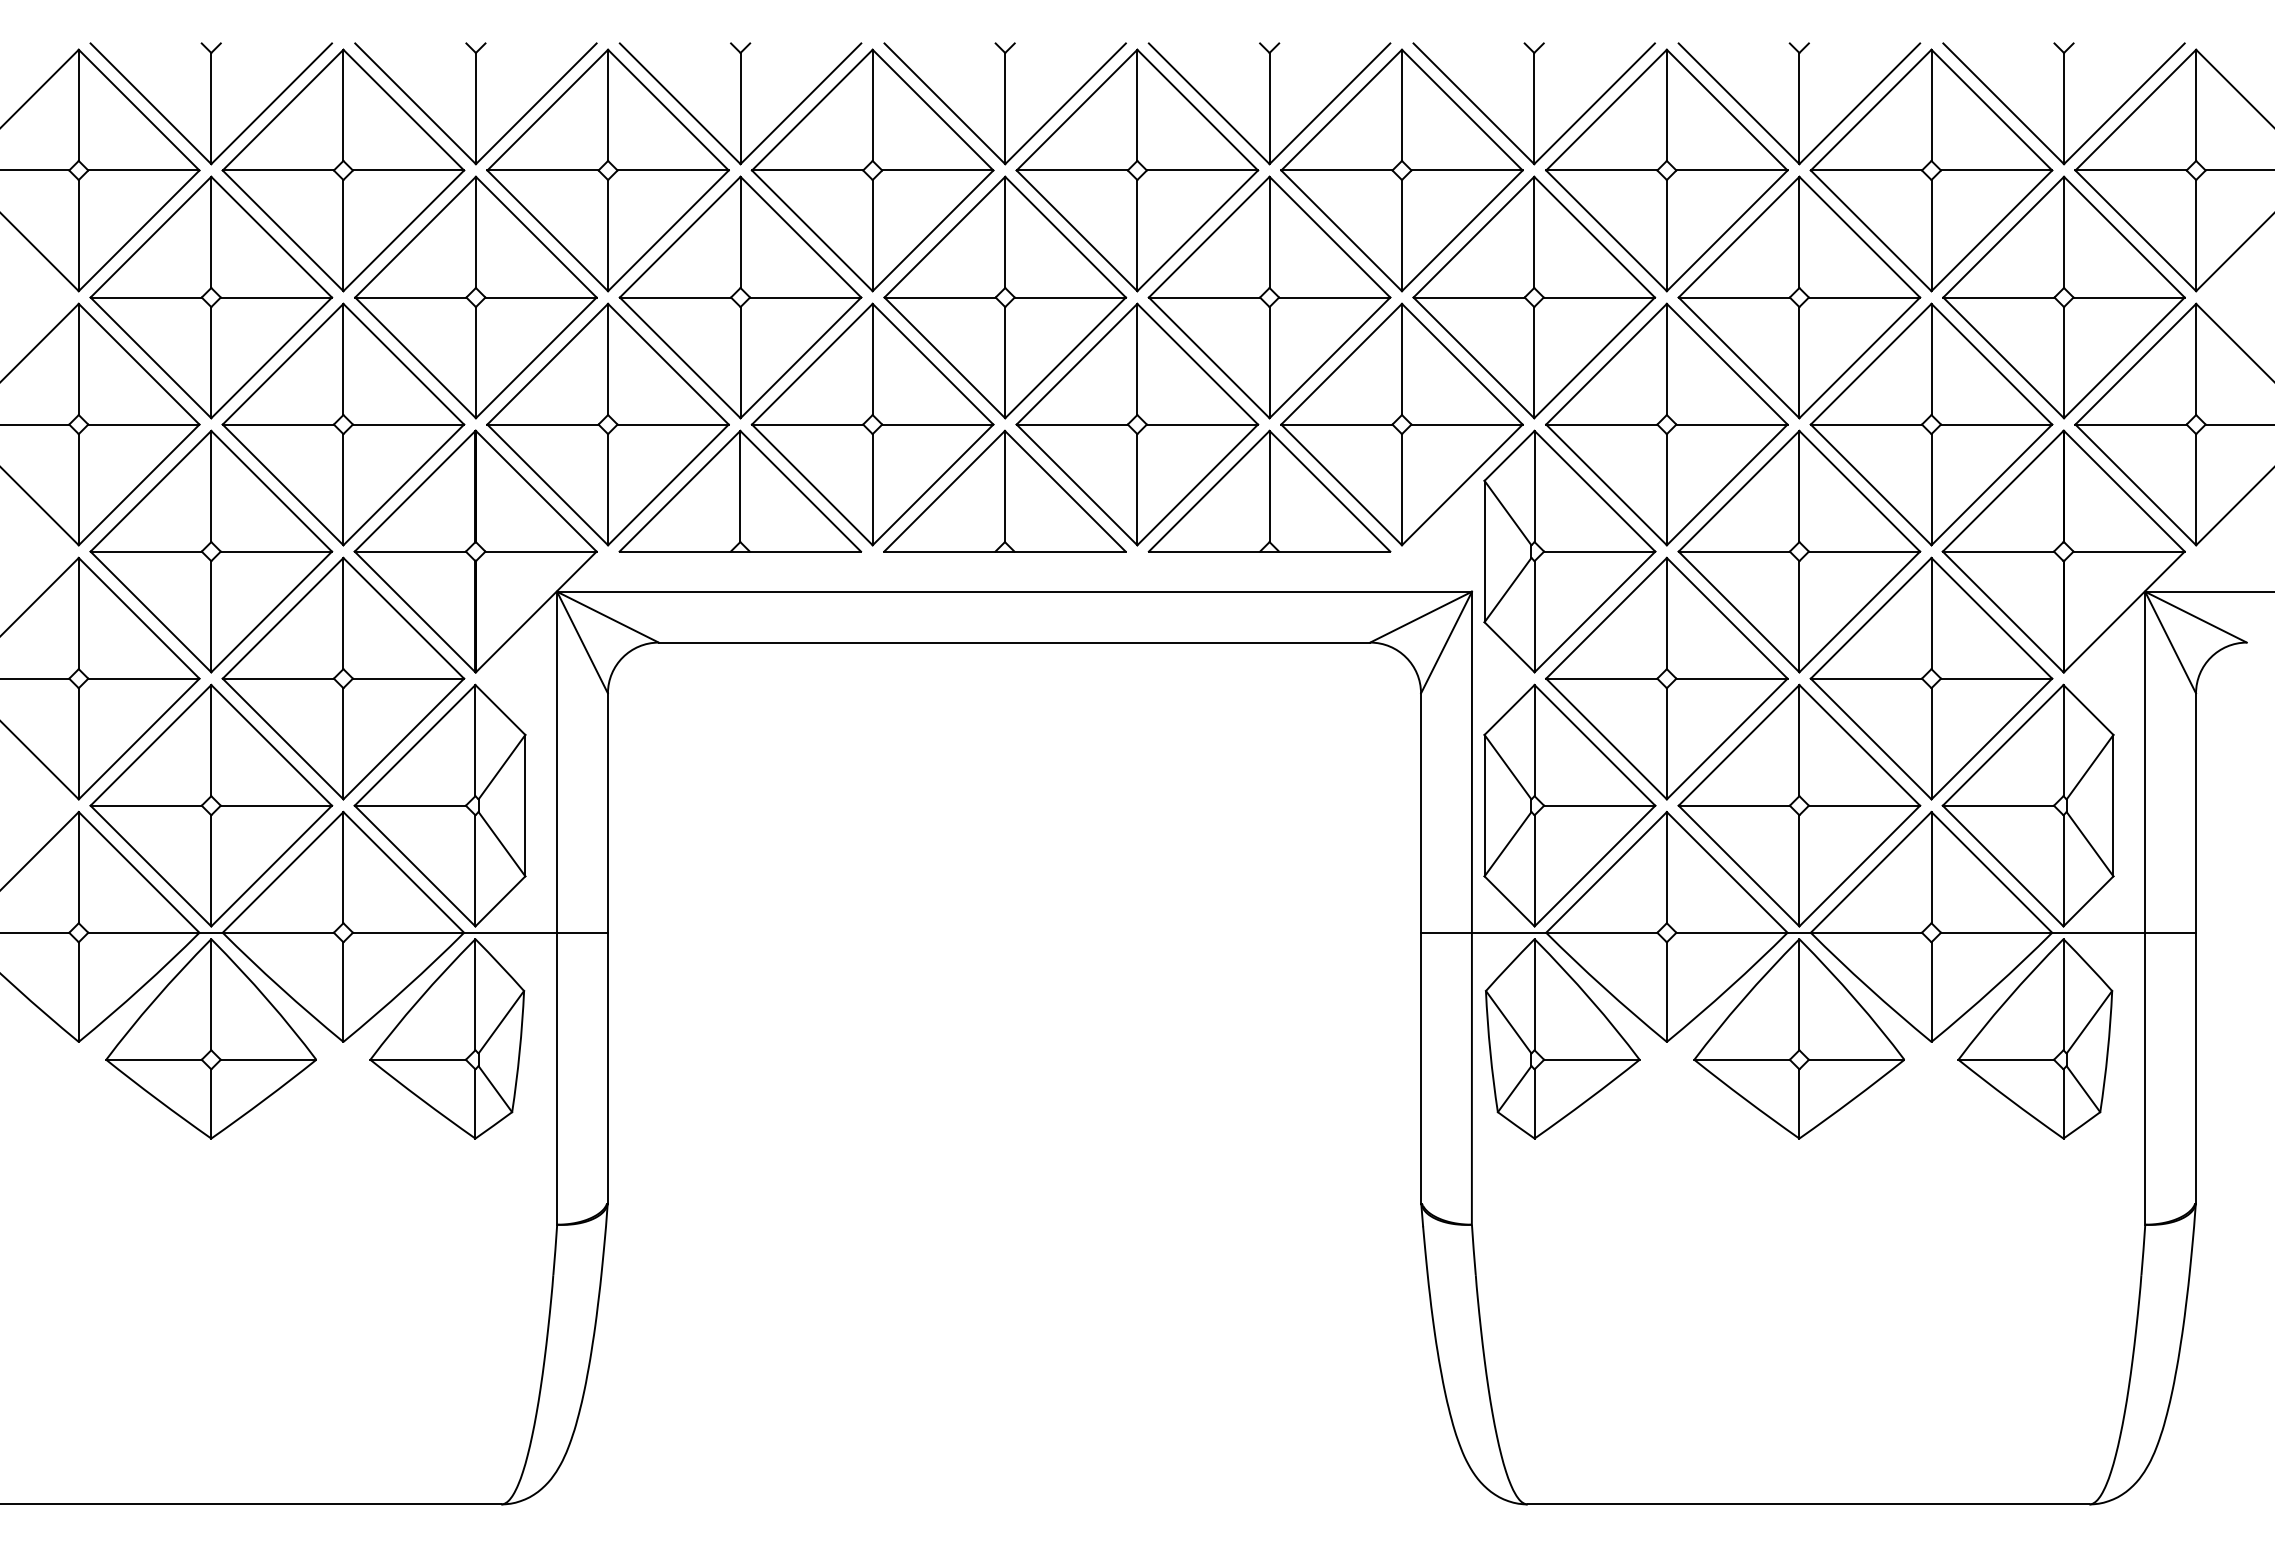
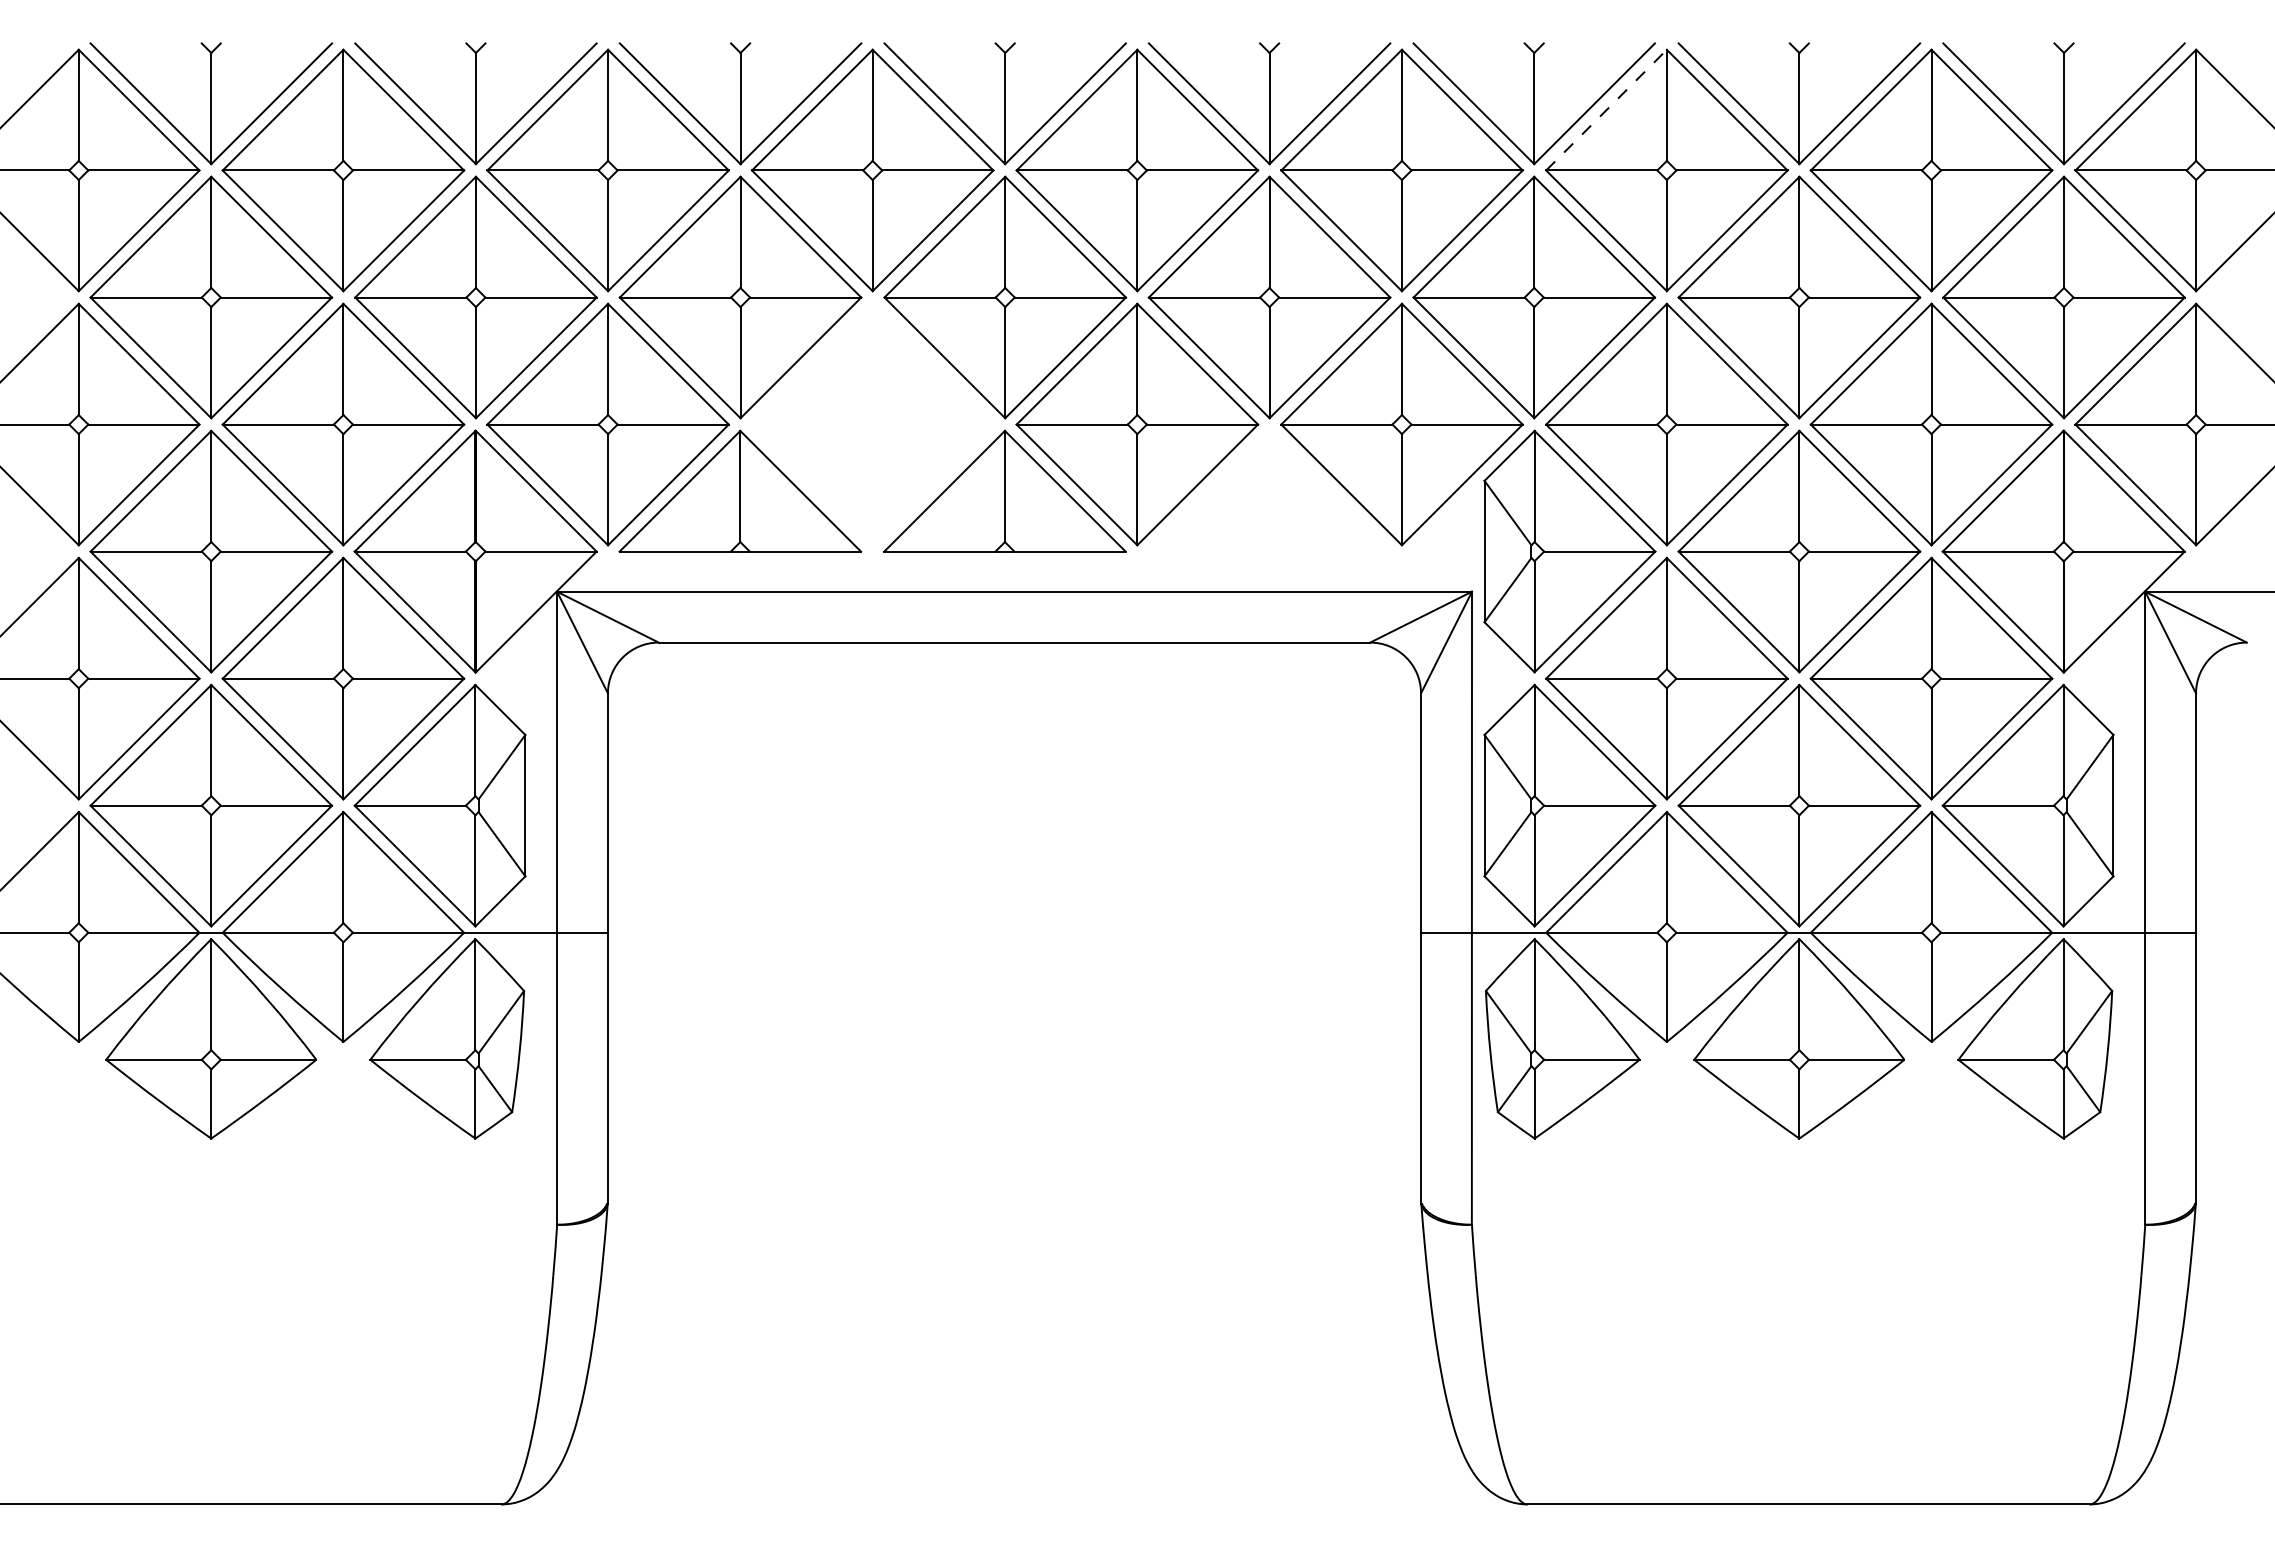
line at (1606, 109): solid -> dashed
part at (872, 424): present -> none
part at (1269, 490): present -> none
